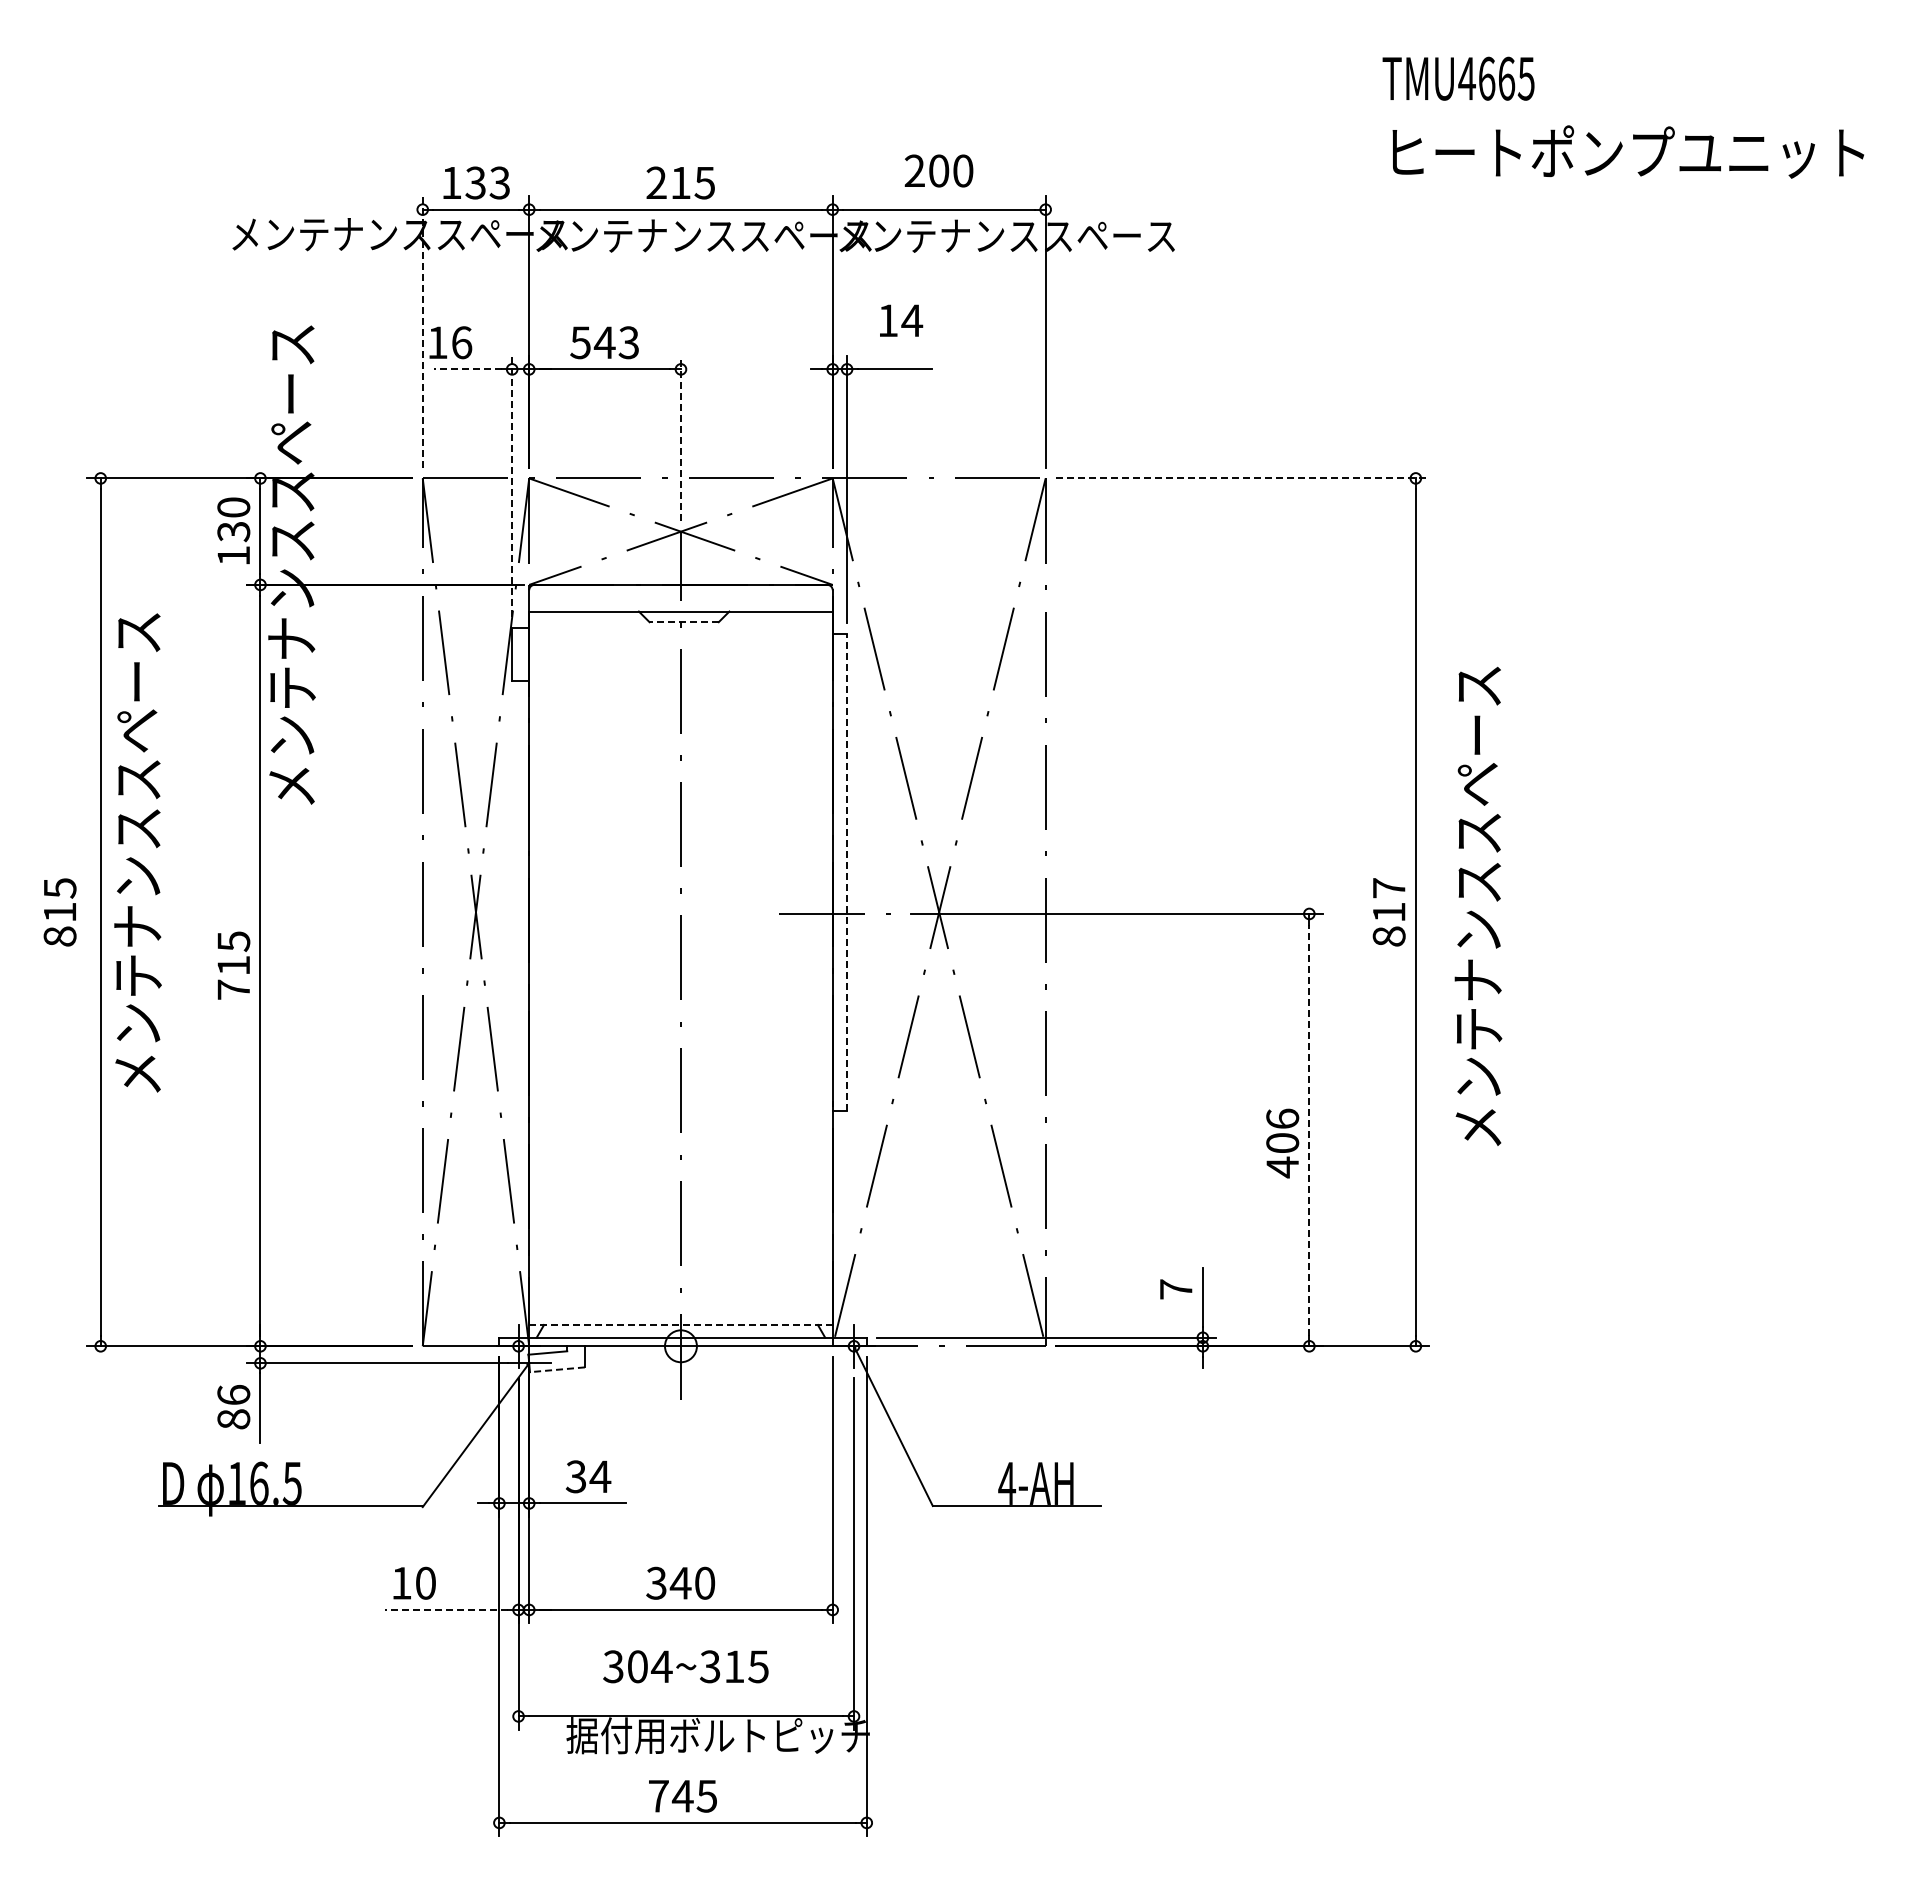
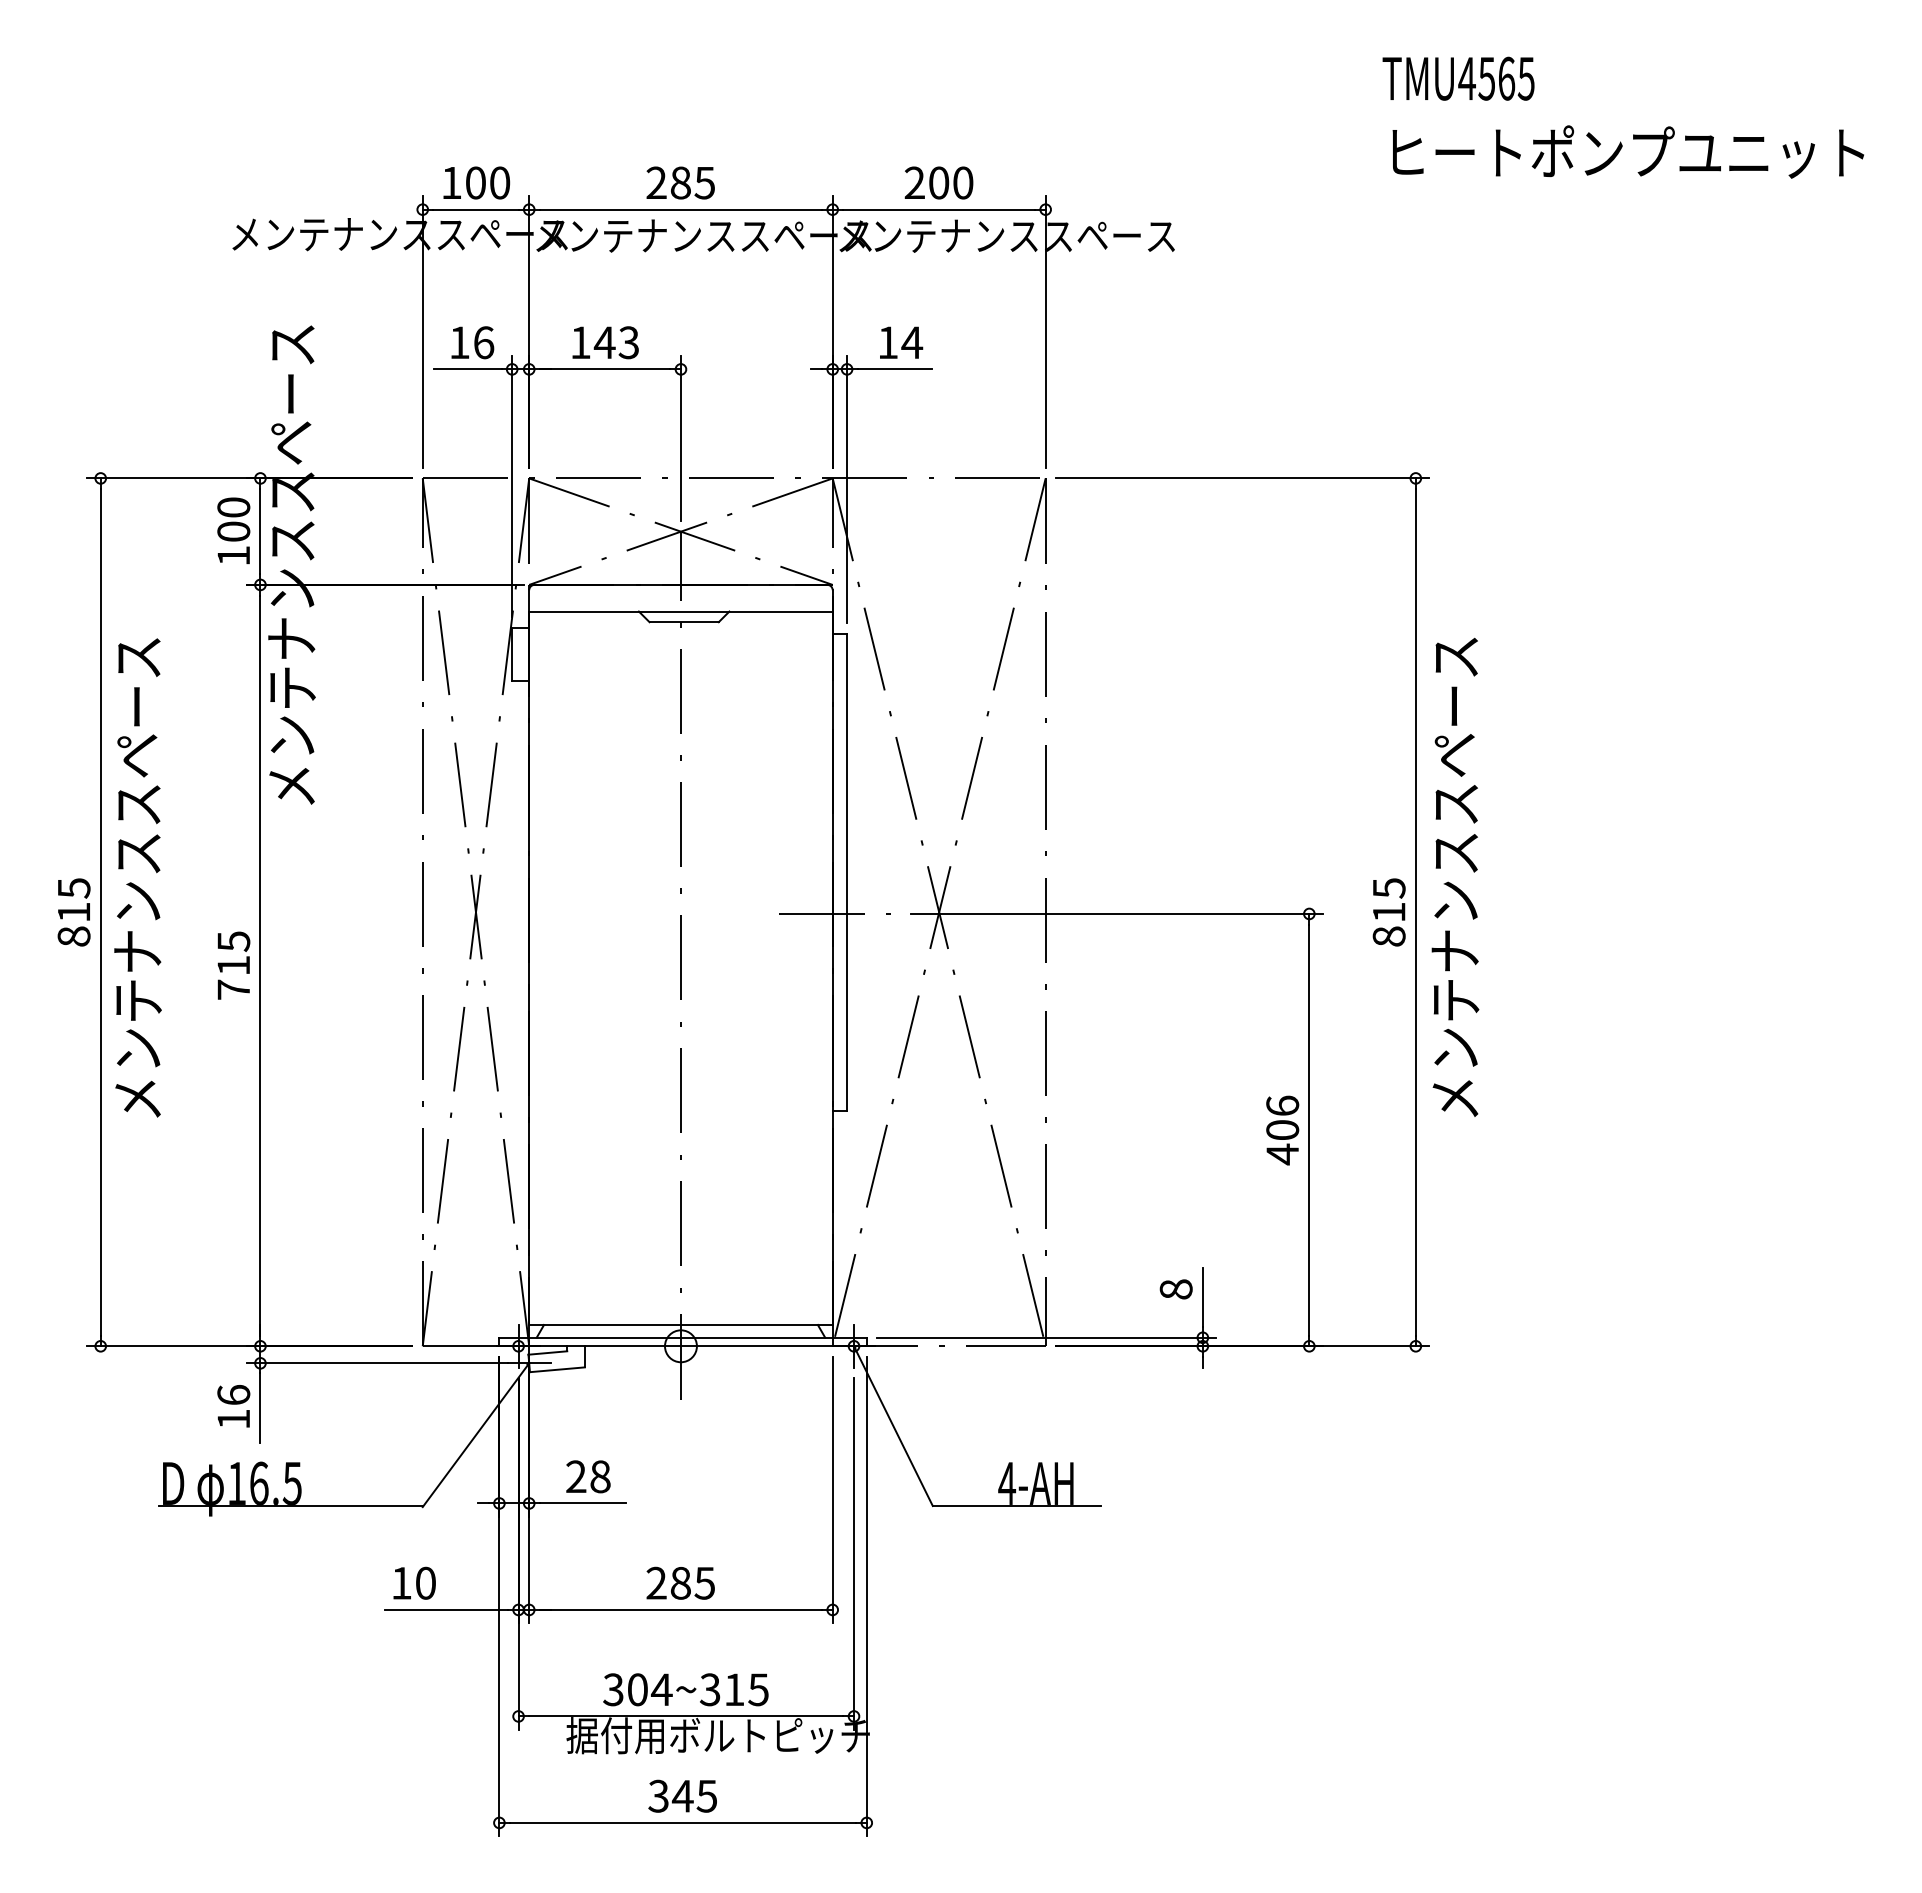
text at (1486, 78): TMU4665 -> TMU4565
text at (938, 170) position: (938, 170) -> (938, 182)
text at (487, 182): 133 -> 100
text at (680, 182): 215 -> 285
text at (901, 320) position: (901, 320) -> (901, 342)
line at (422, 332): dashed -> solid
text at (450, 342) position: (450, 342) -> (472, 342)
text at (580, 342): 543 -> 143
line at (467, 369): dashed -> solid
line at (680, 438): dashed -> solid
line at (1243, 478): dashed -> solid
line at (512, 485): dashed -> solid
text at (233, 531): 130 -> 100
line at (684, 622): dashed -> solid
text at (137, 852) position: (137, 852) -> (137, 877)
line at (847, 872): dashed -> solid
text at (1389, 888): 817 -> 815
text at (1478, 905) position: (1478, 905) -> (1455, 876)
text at (59, 912) position: (59, 912) -> (73, 912)
line at (1309, 1130): dashed -> solid
text at (1282, 1143) position: (1282, 1143) -> (1282, 1130)
text at (1175, 1289): 7 -> 8
line at (680, 1325): dashed -> solid
line at (557, 1369): dashed -> solid
text at (233, 1419): 86 -> 16
text at (588, 1476): 34 -> 28
text at (680, 1582): 340 -> 285
line at (446, 1609): dashed -> solid
text at (685, 1666) position: (685, 1666) -> (685, 1689)
text at (658, 1795): 745 -> 345
